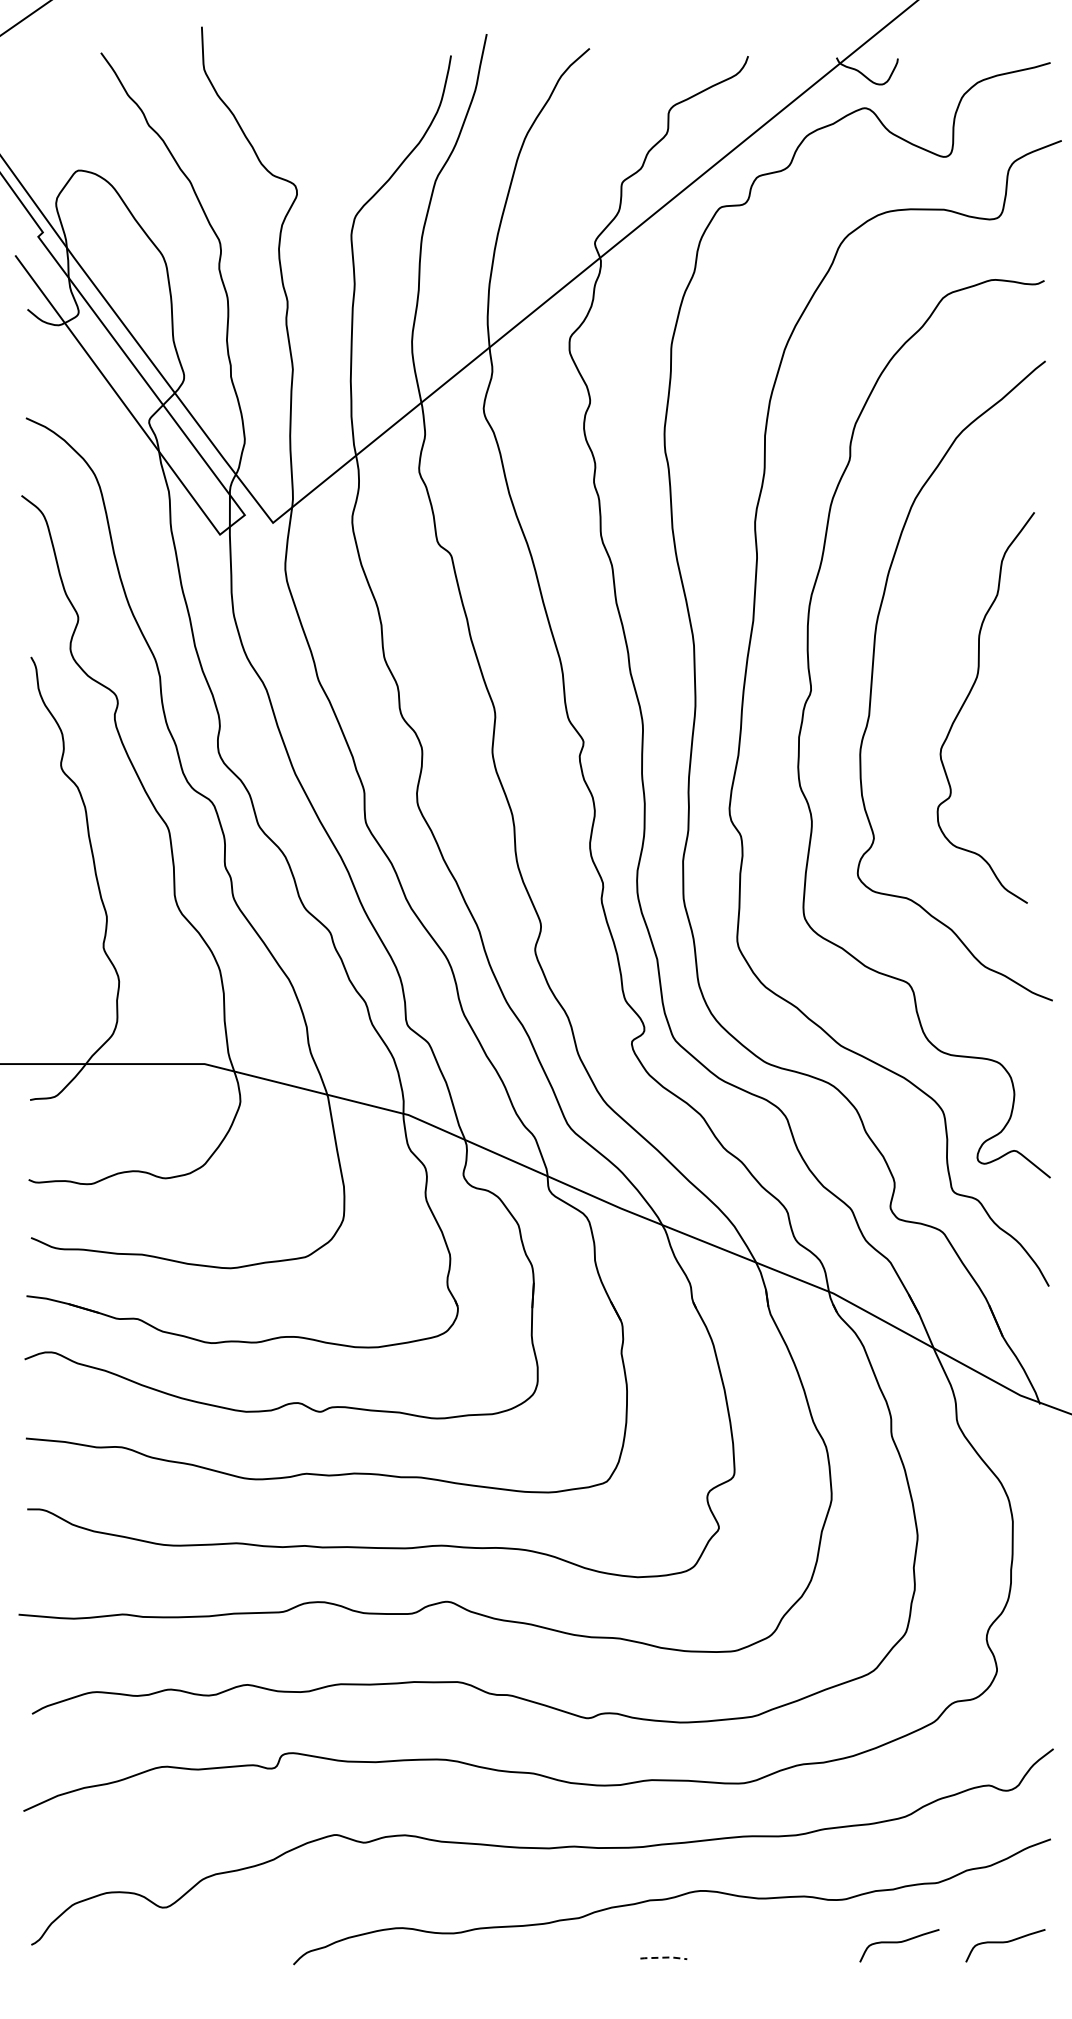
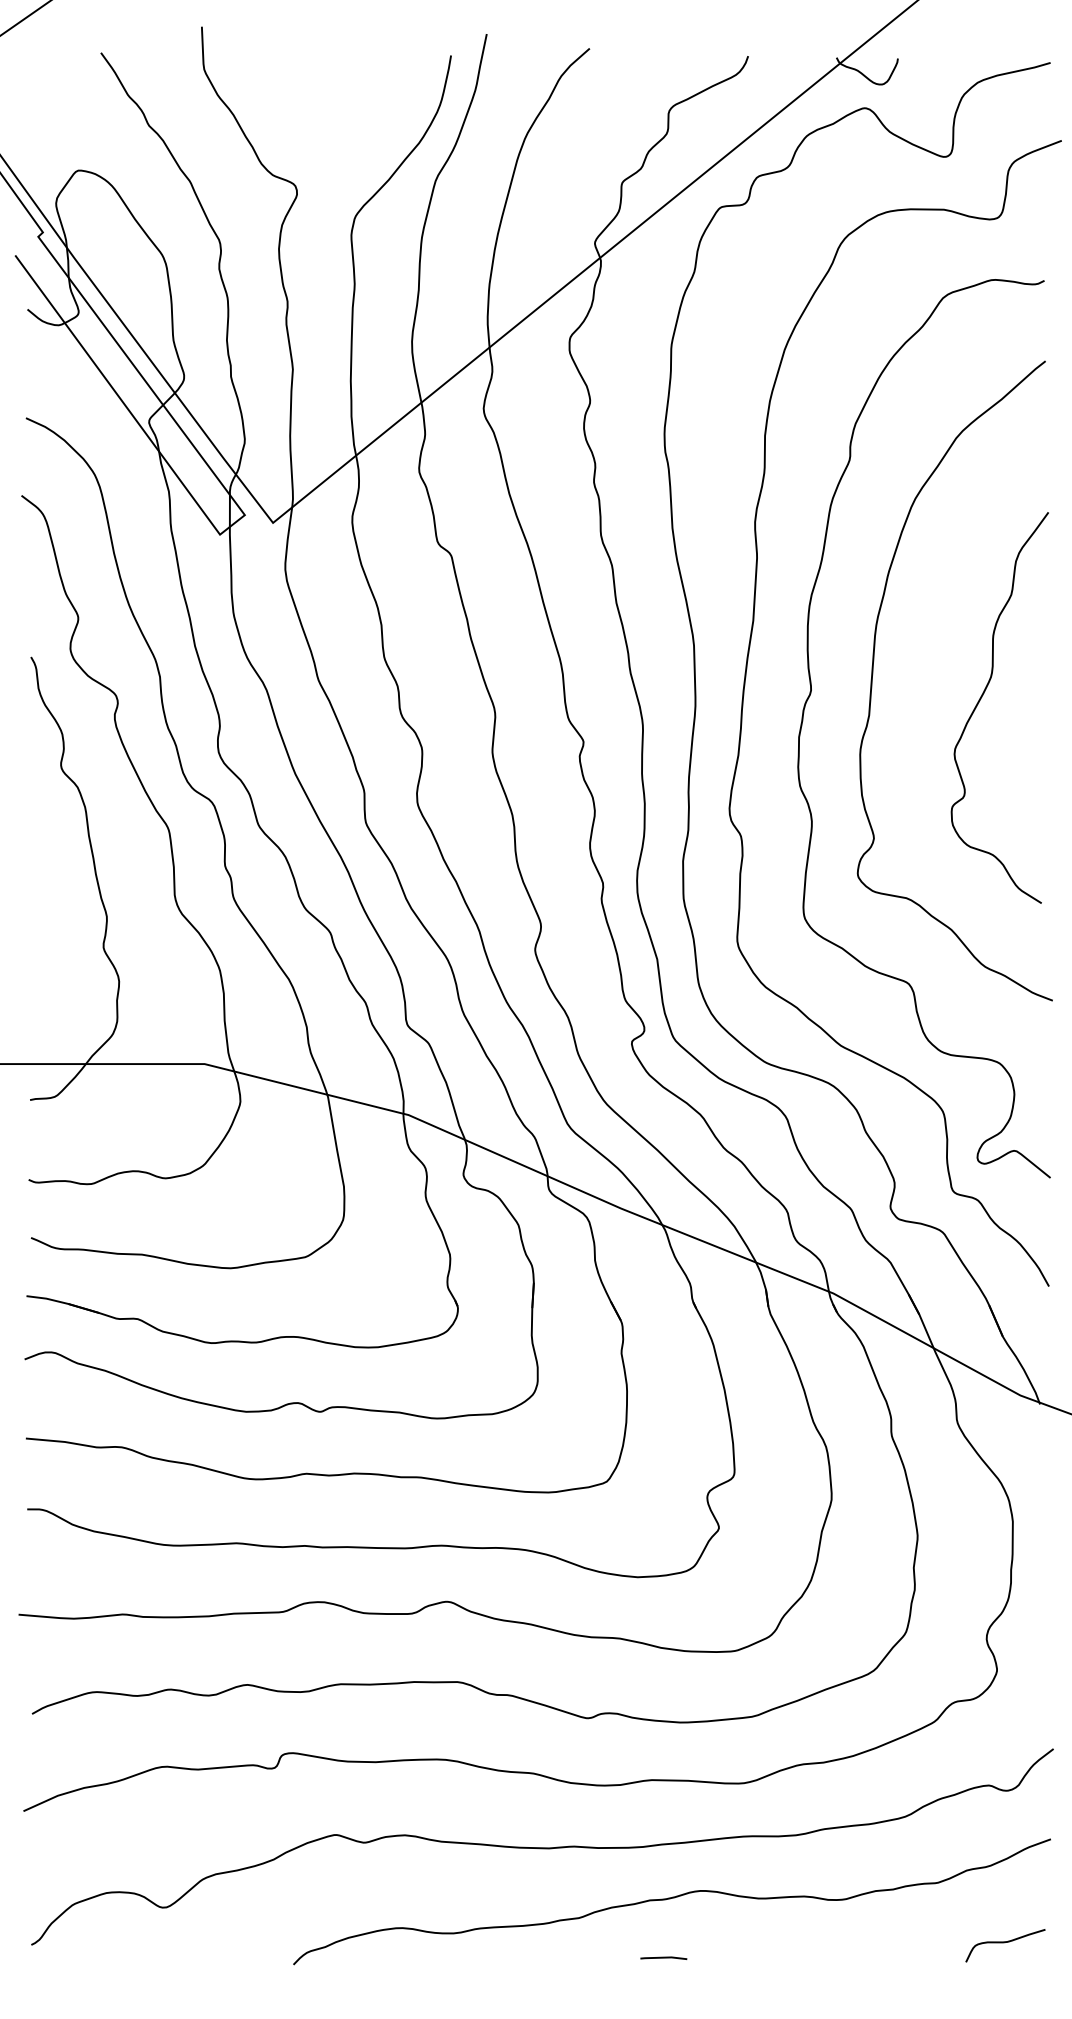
curve at (967, 699) position: (967, 699) -> (981, 699)
curve at (898, 1943): present -> none
line at (663, 1957): dashed -> solid
